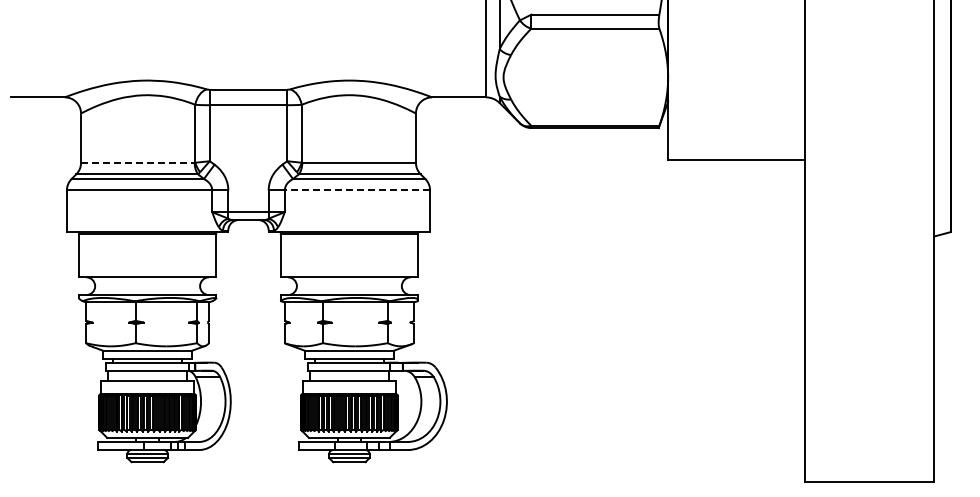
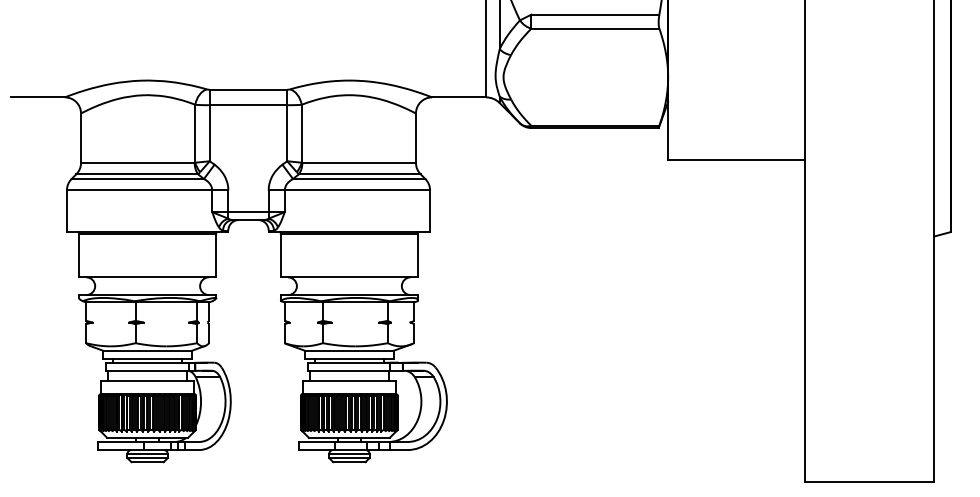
line at (137, 162): dashed -> solid
line at (357, 190): dashed -> solid
